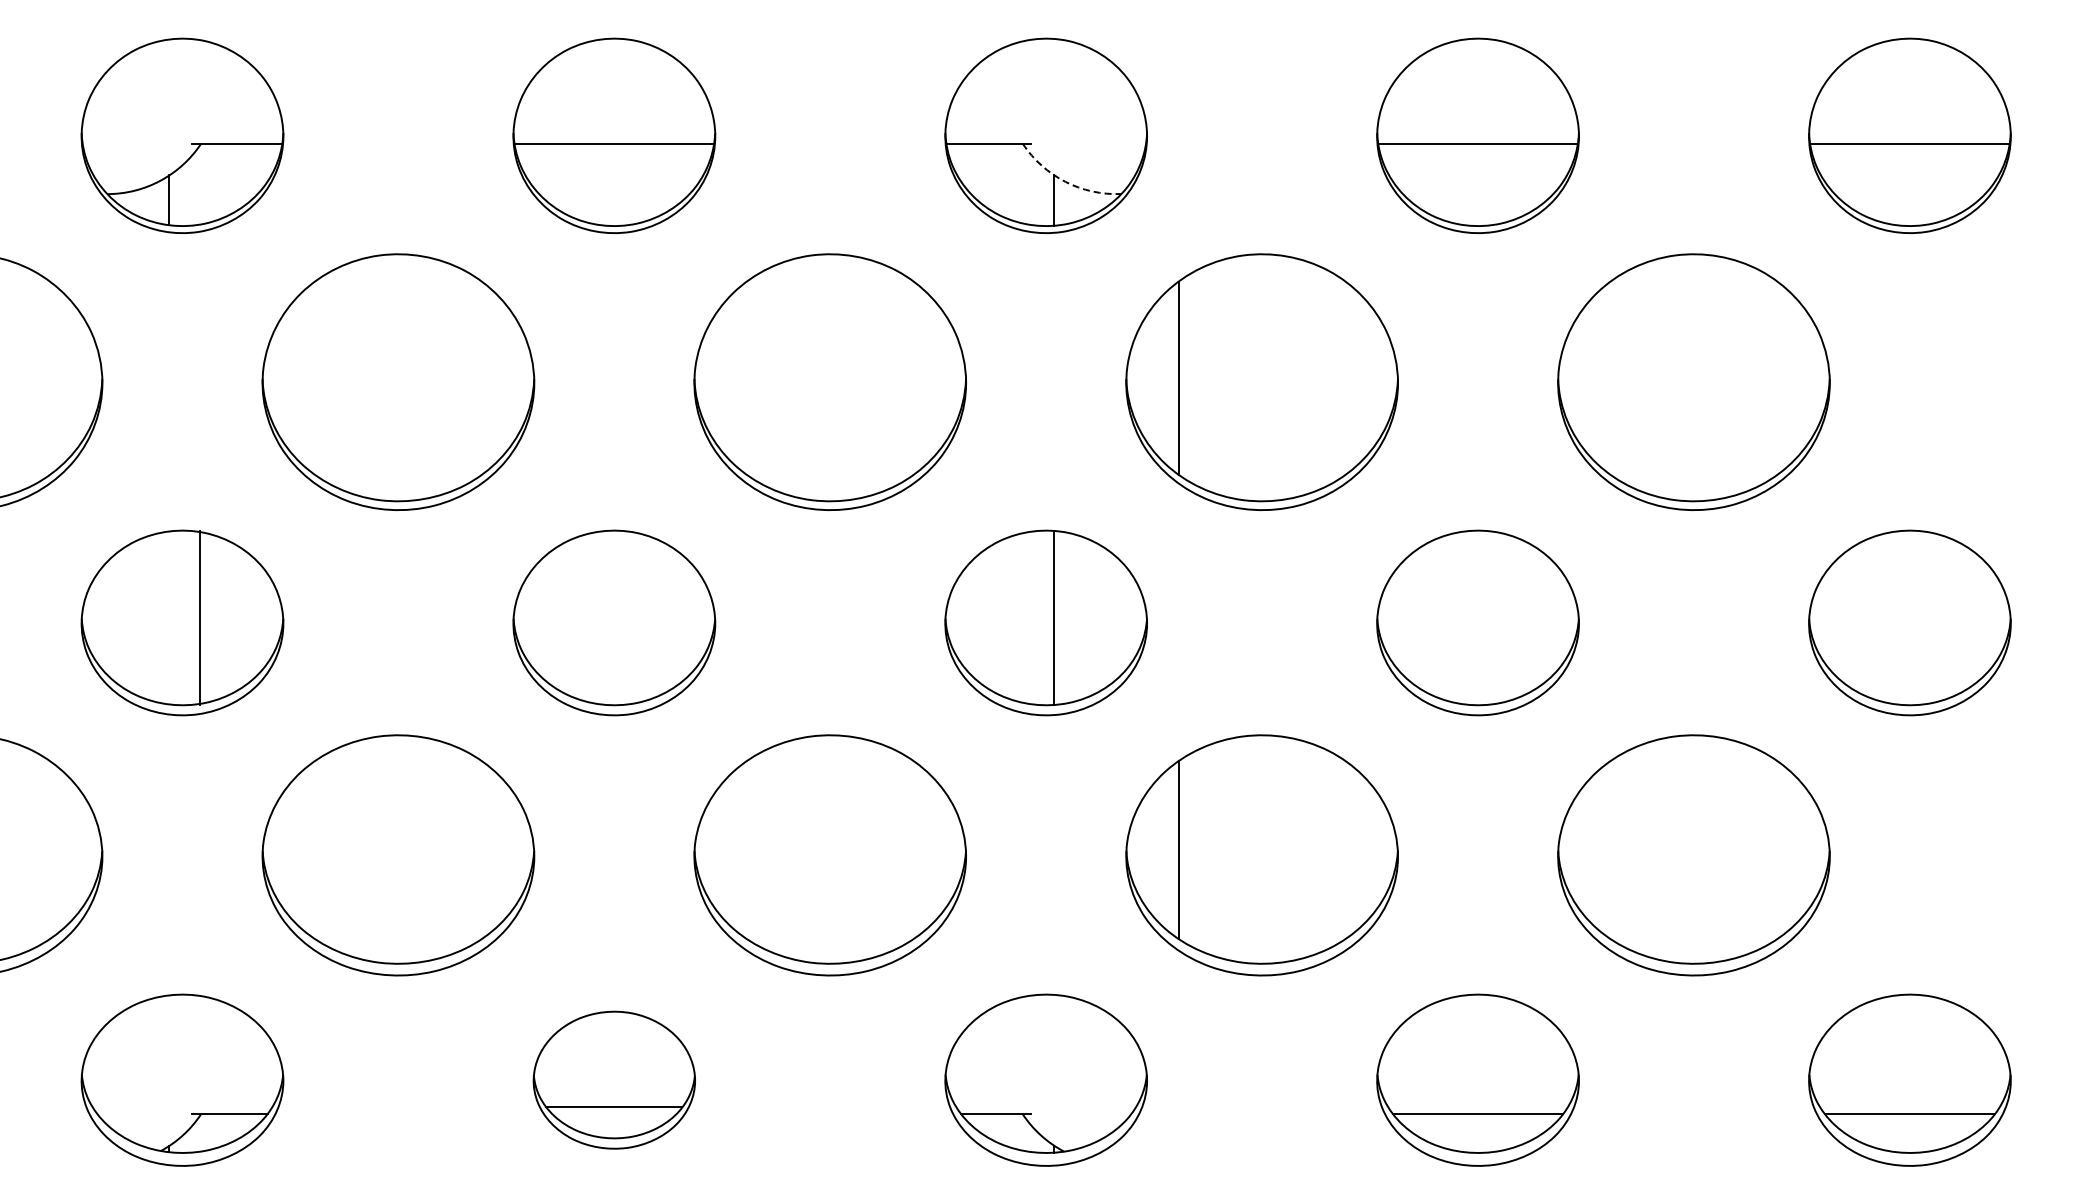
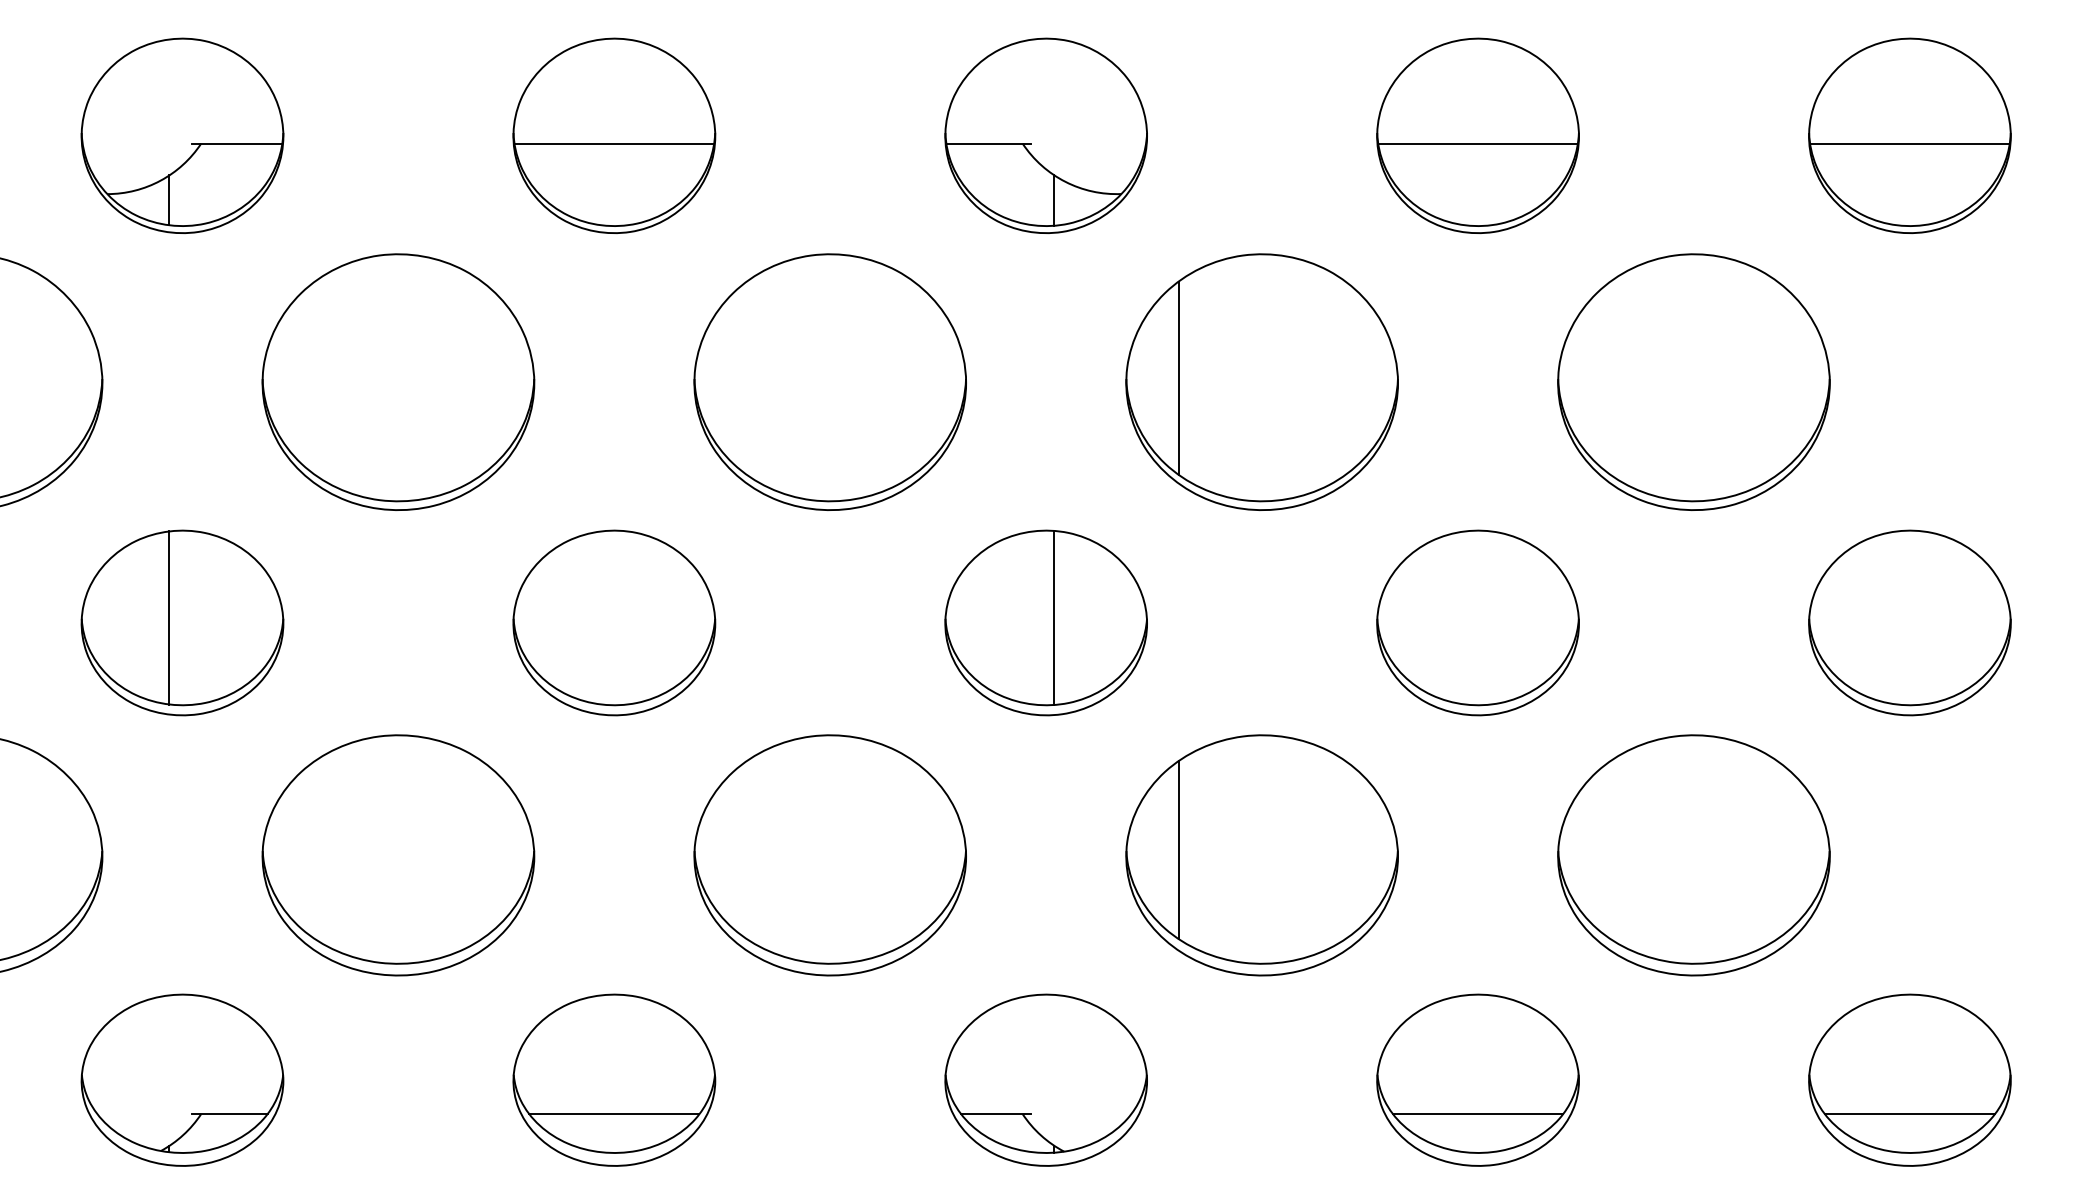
arc at (1065, 181): dashed -> solid
line at (200, 617) position: (200, 617) -> (169, 617)
part at (613, 1079) size: 164x140 px -> 205x174 px
